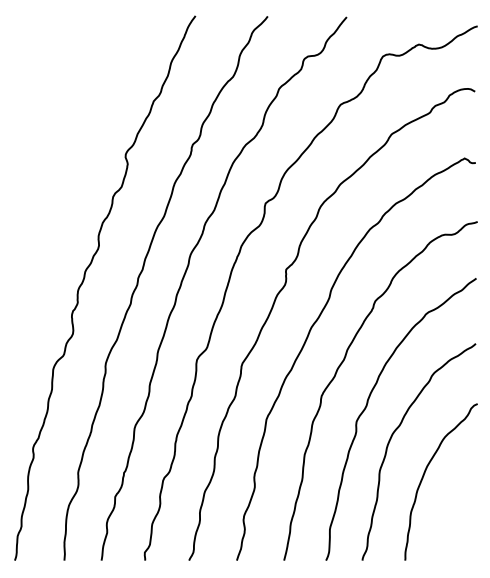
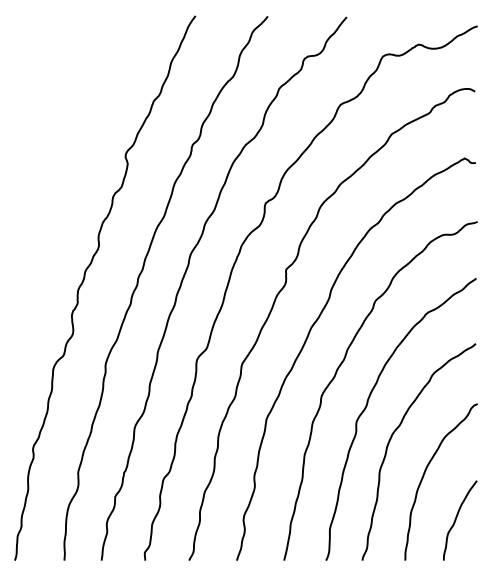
curve at (456, 520): none -> present
